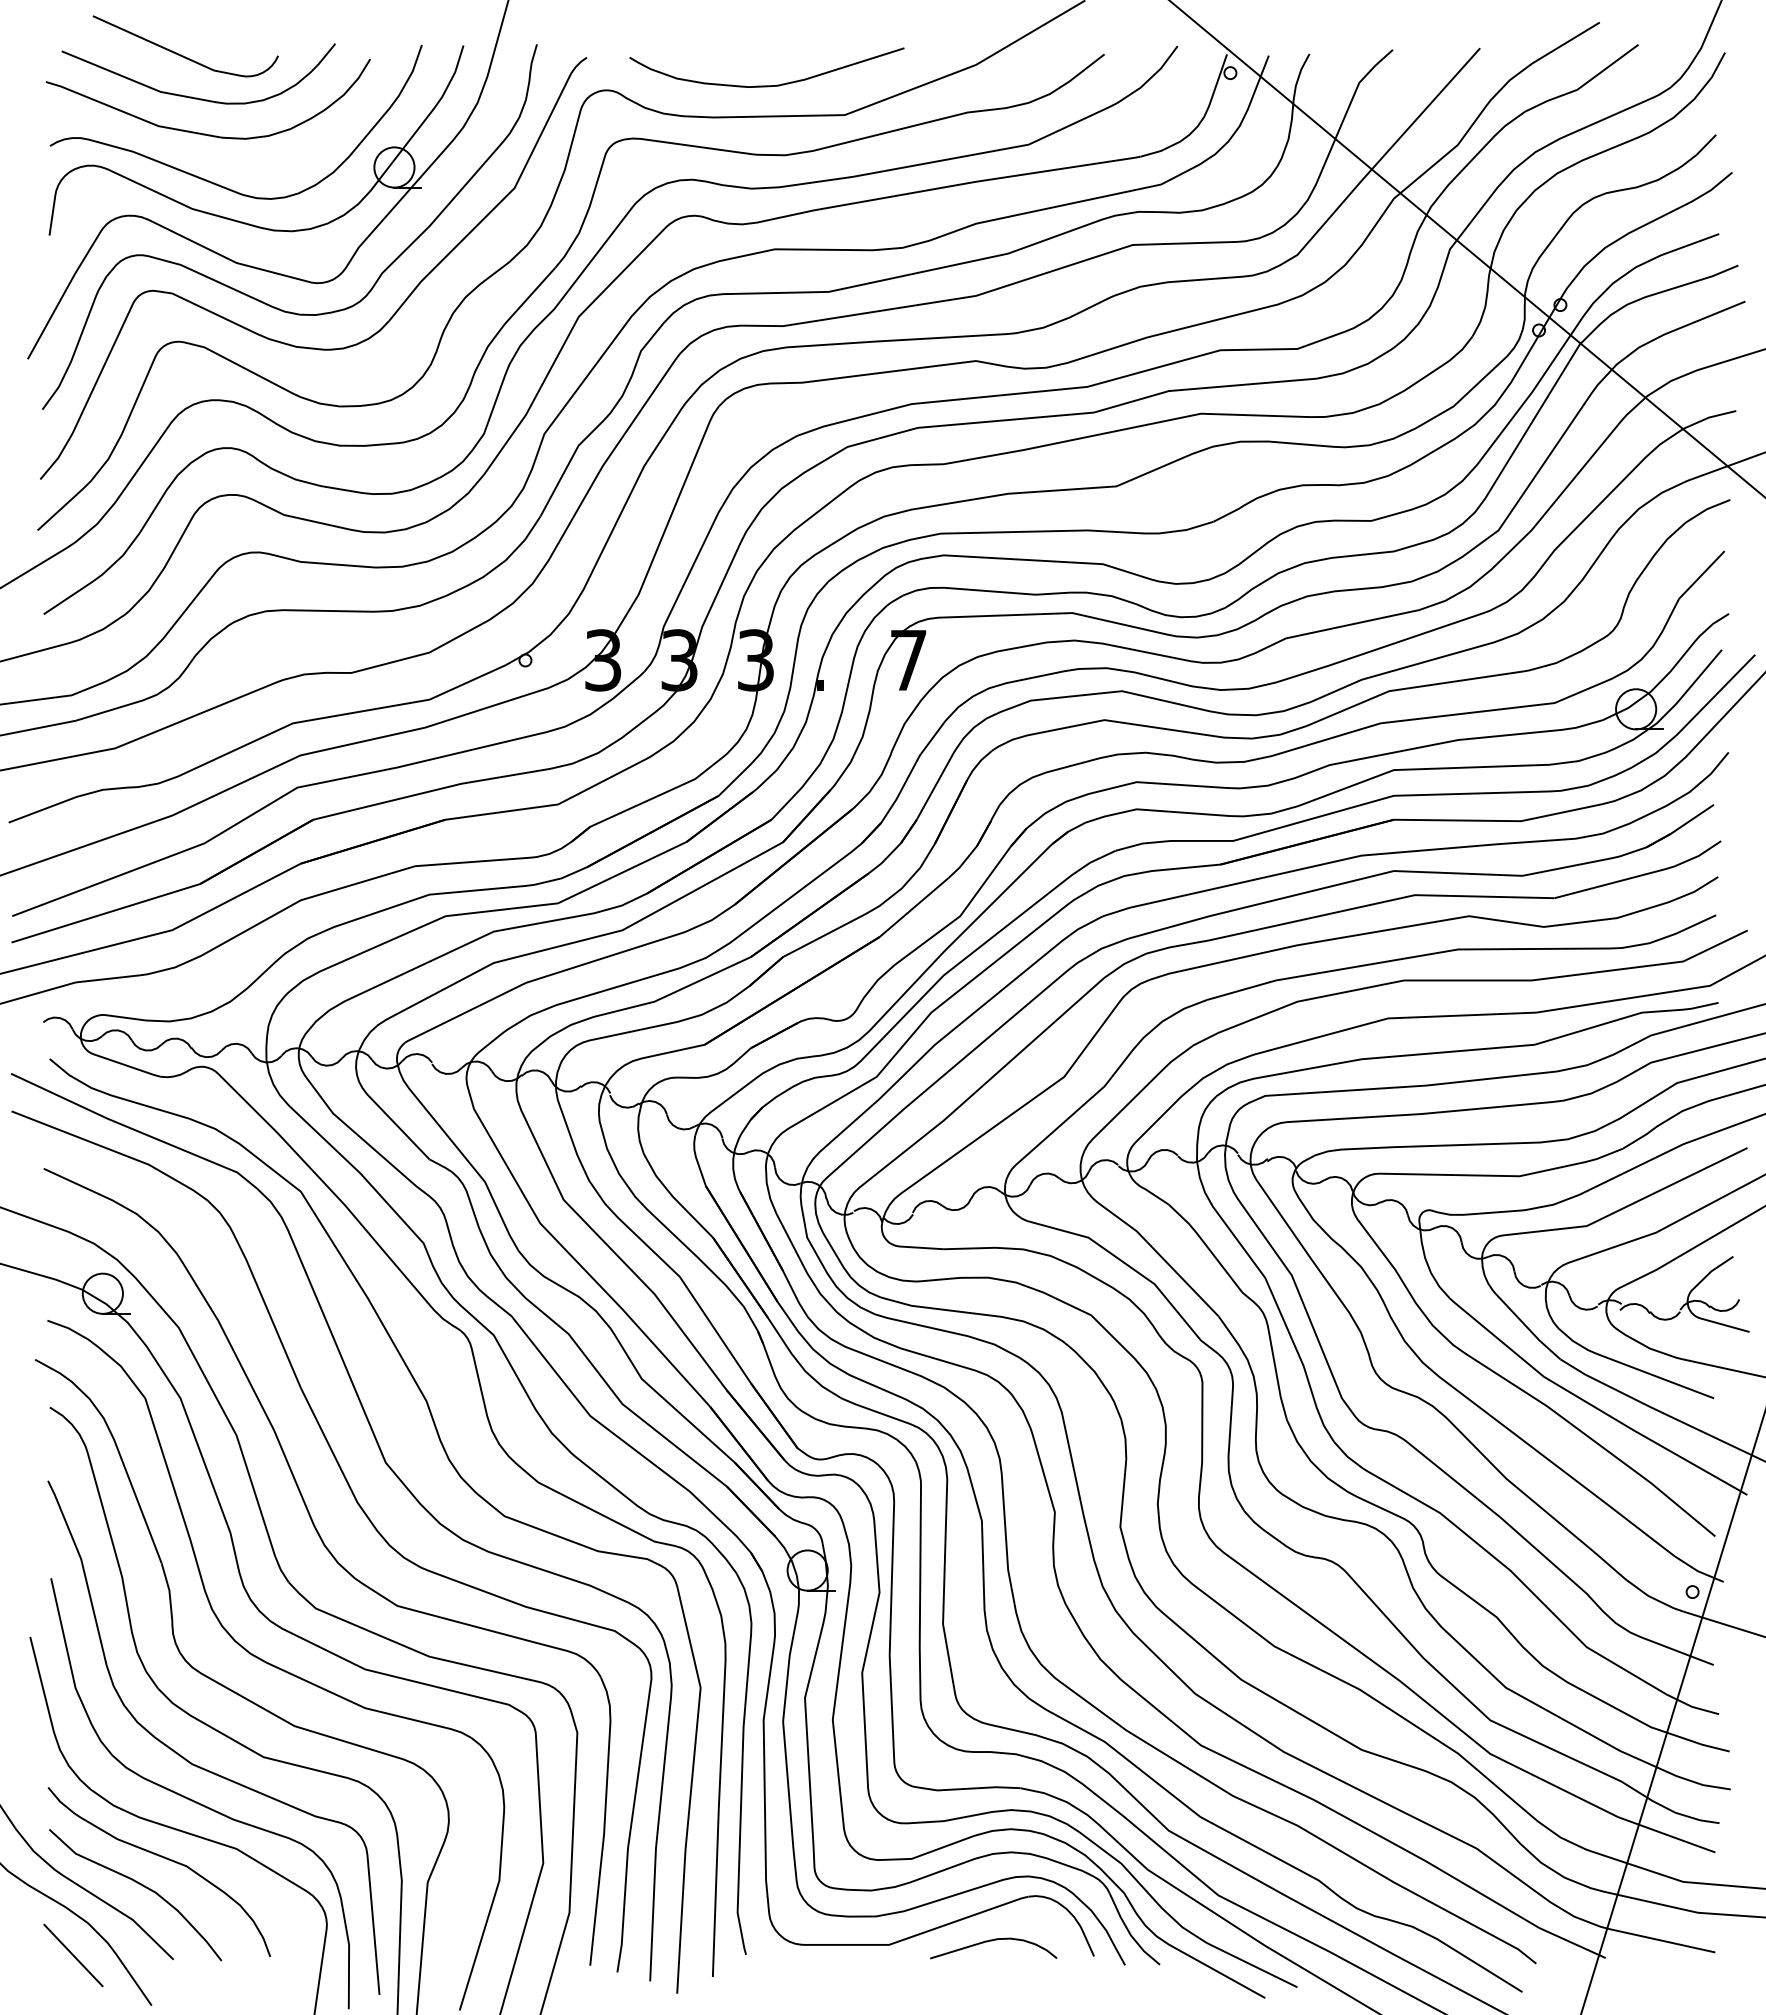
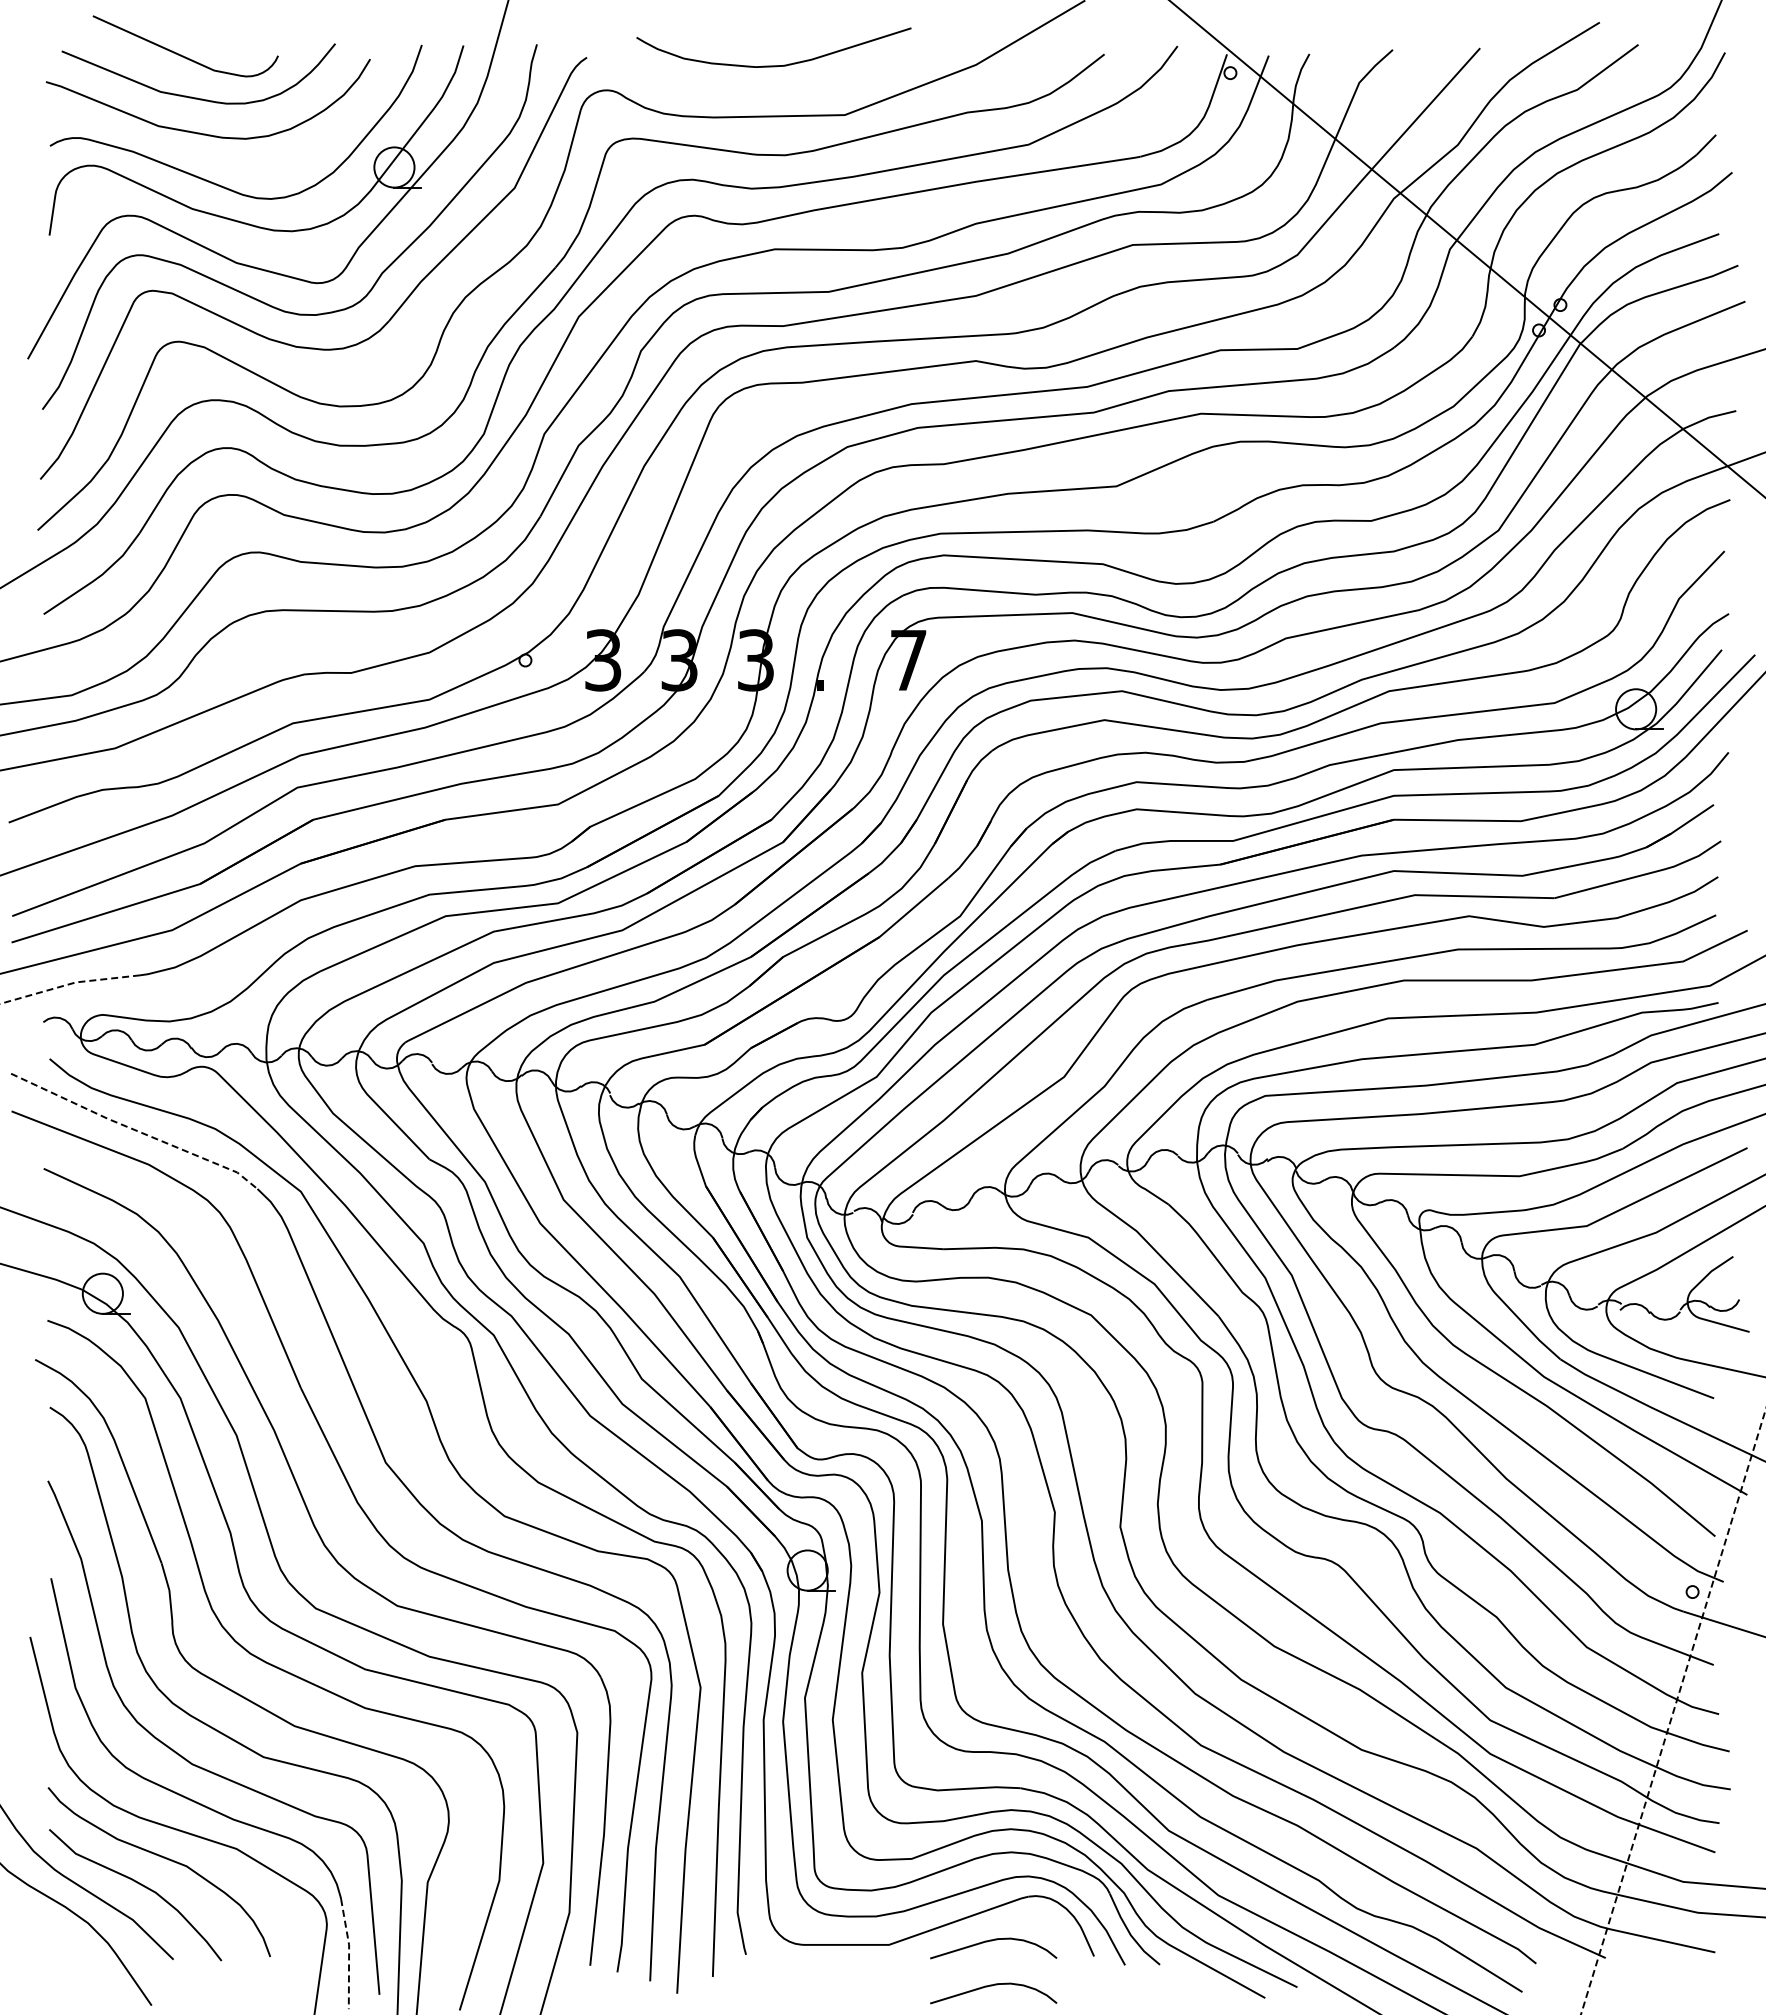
curve at (766, 85) position: (766, 85) -> (773, 65)
line at (69, 984): solid -> dashed
line at (135, 1130): solid -> dashed
line at (1673, 1711): solid -> dashed
line at (349, 1953): solid -> dashed
line at (73, 1955): present -> none
curve at (992, 1986): none -> present
